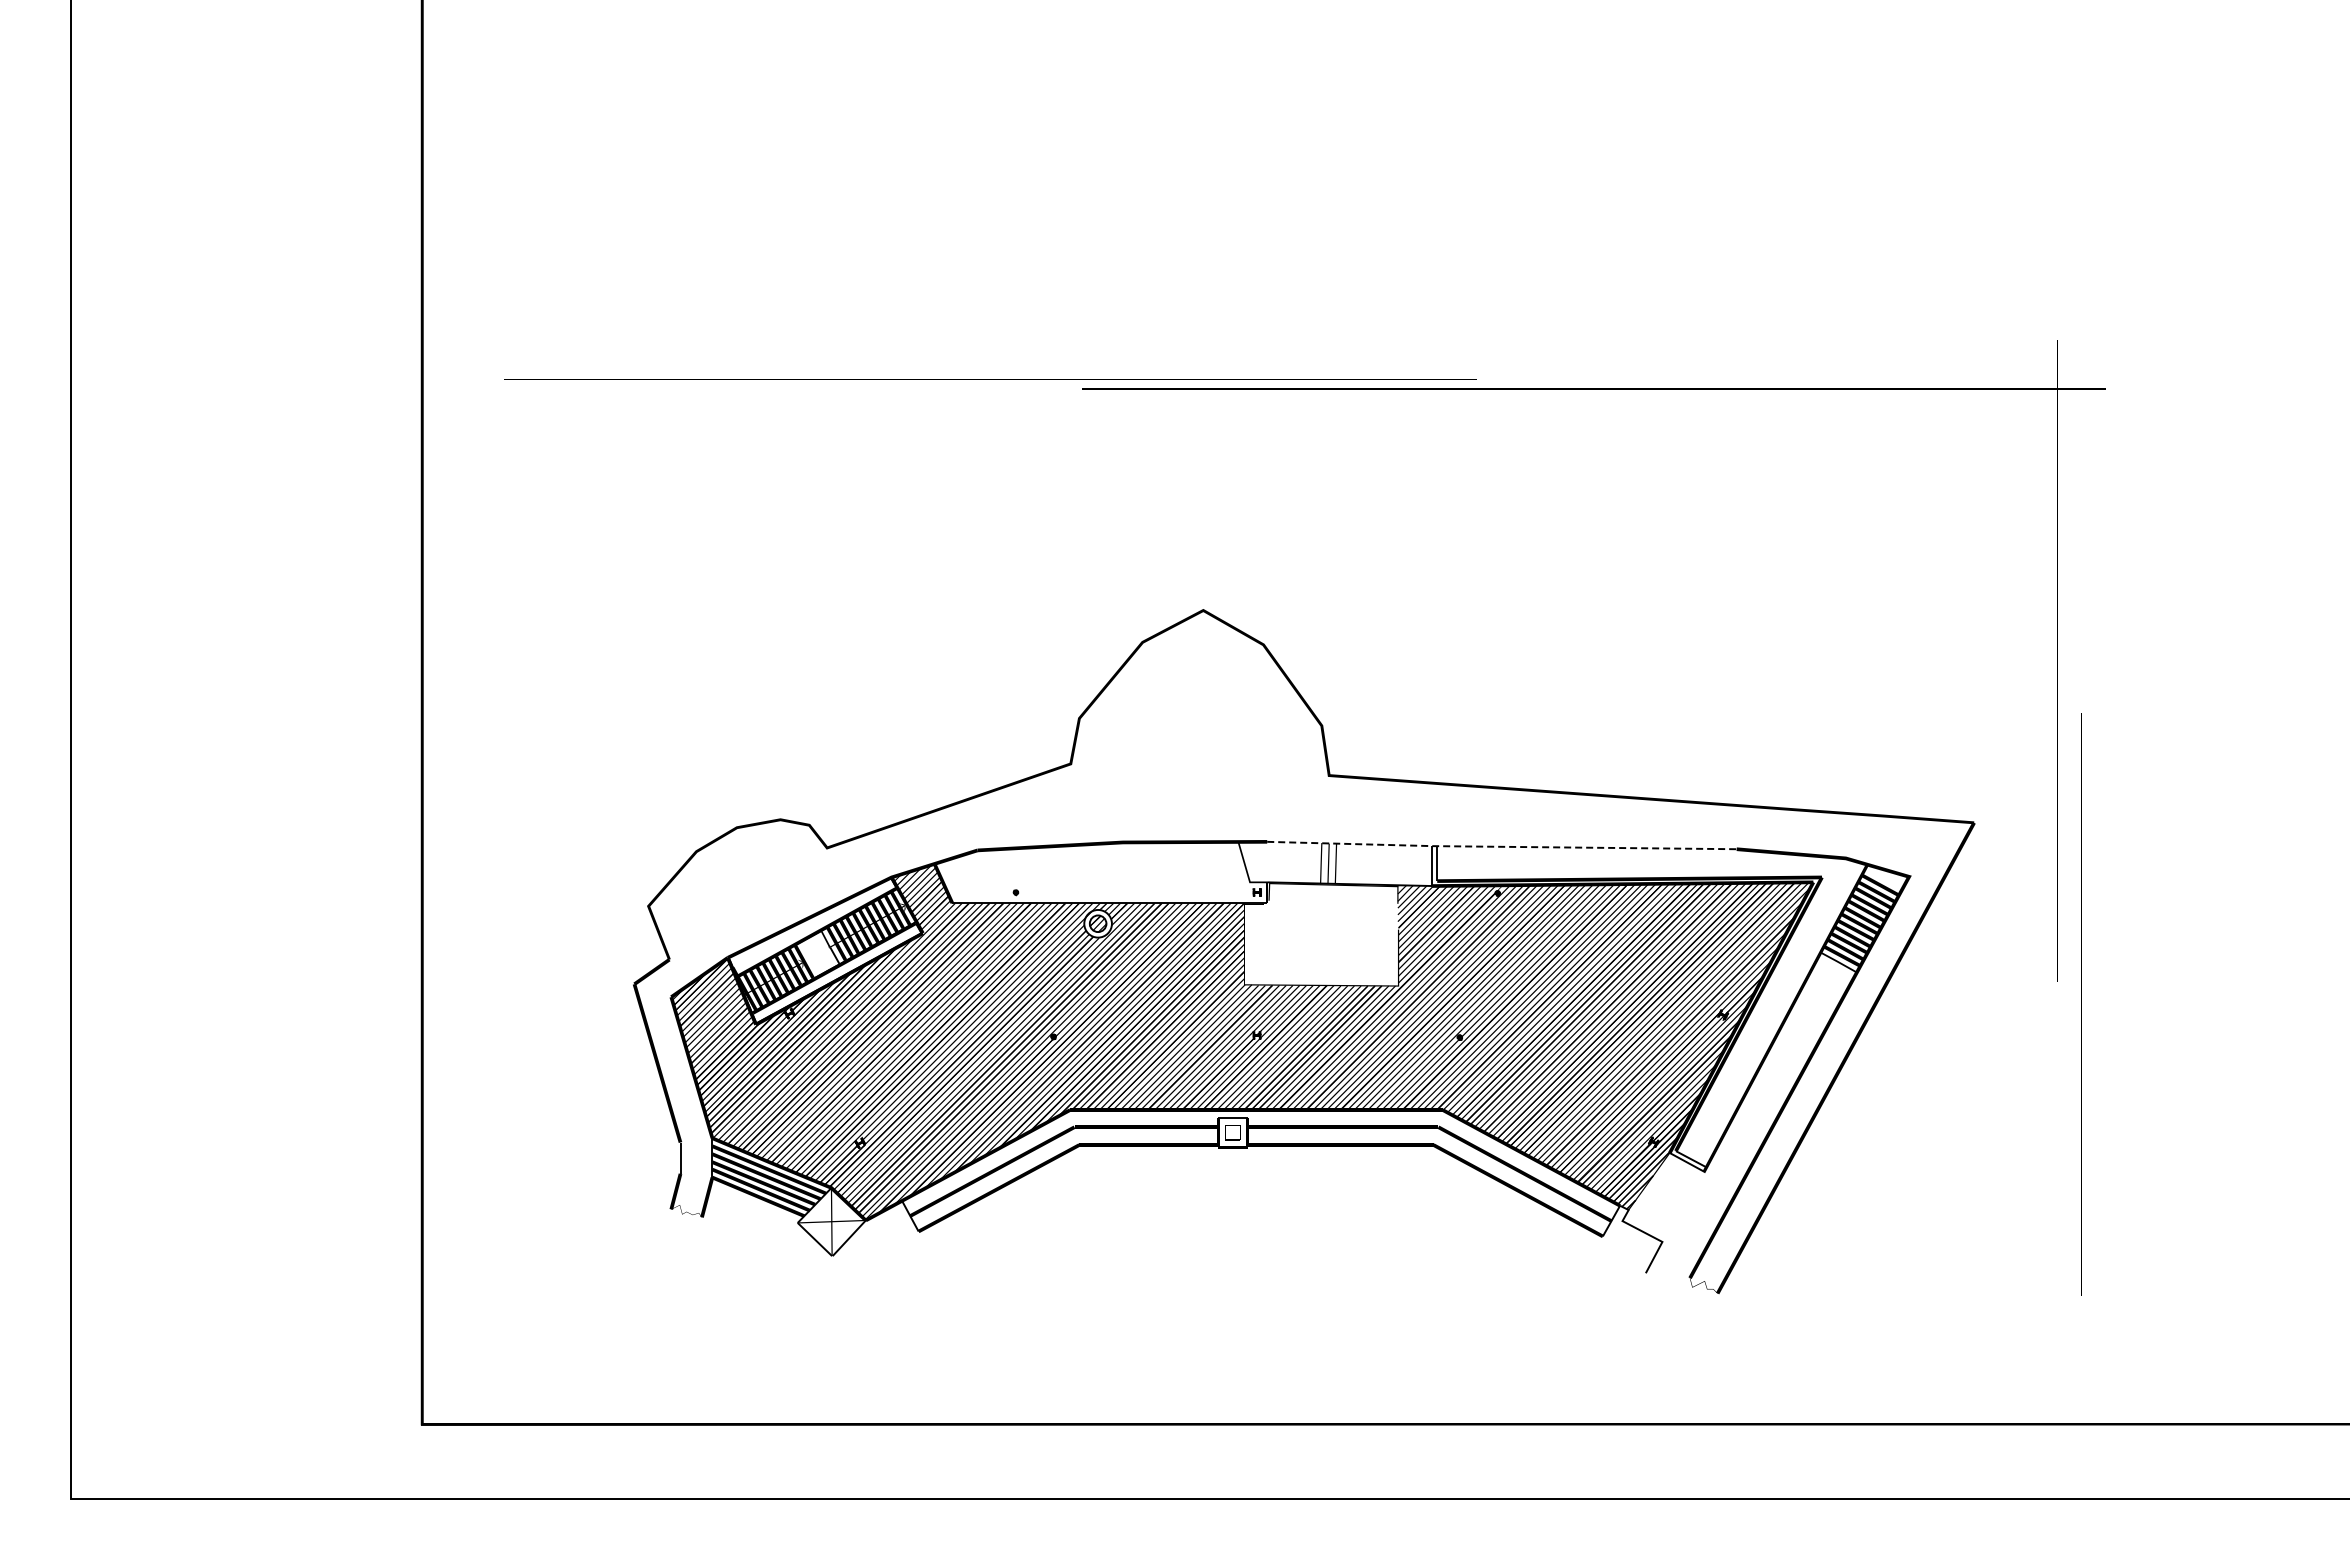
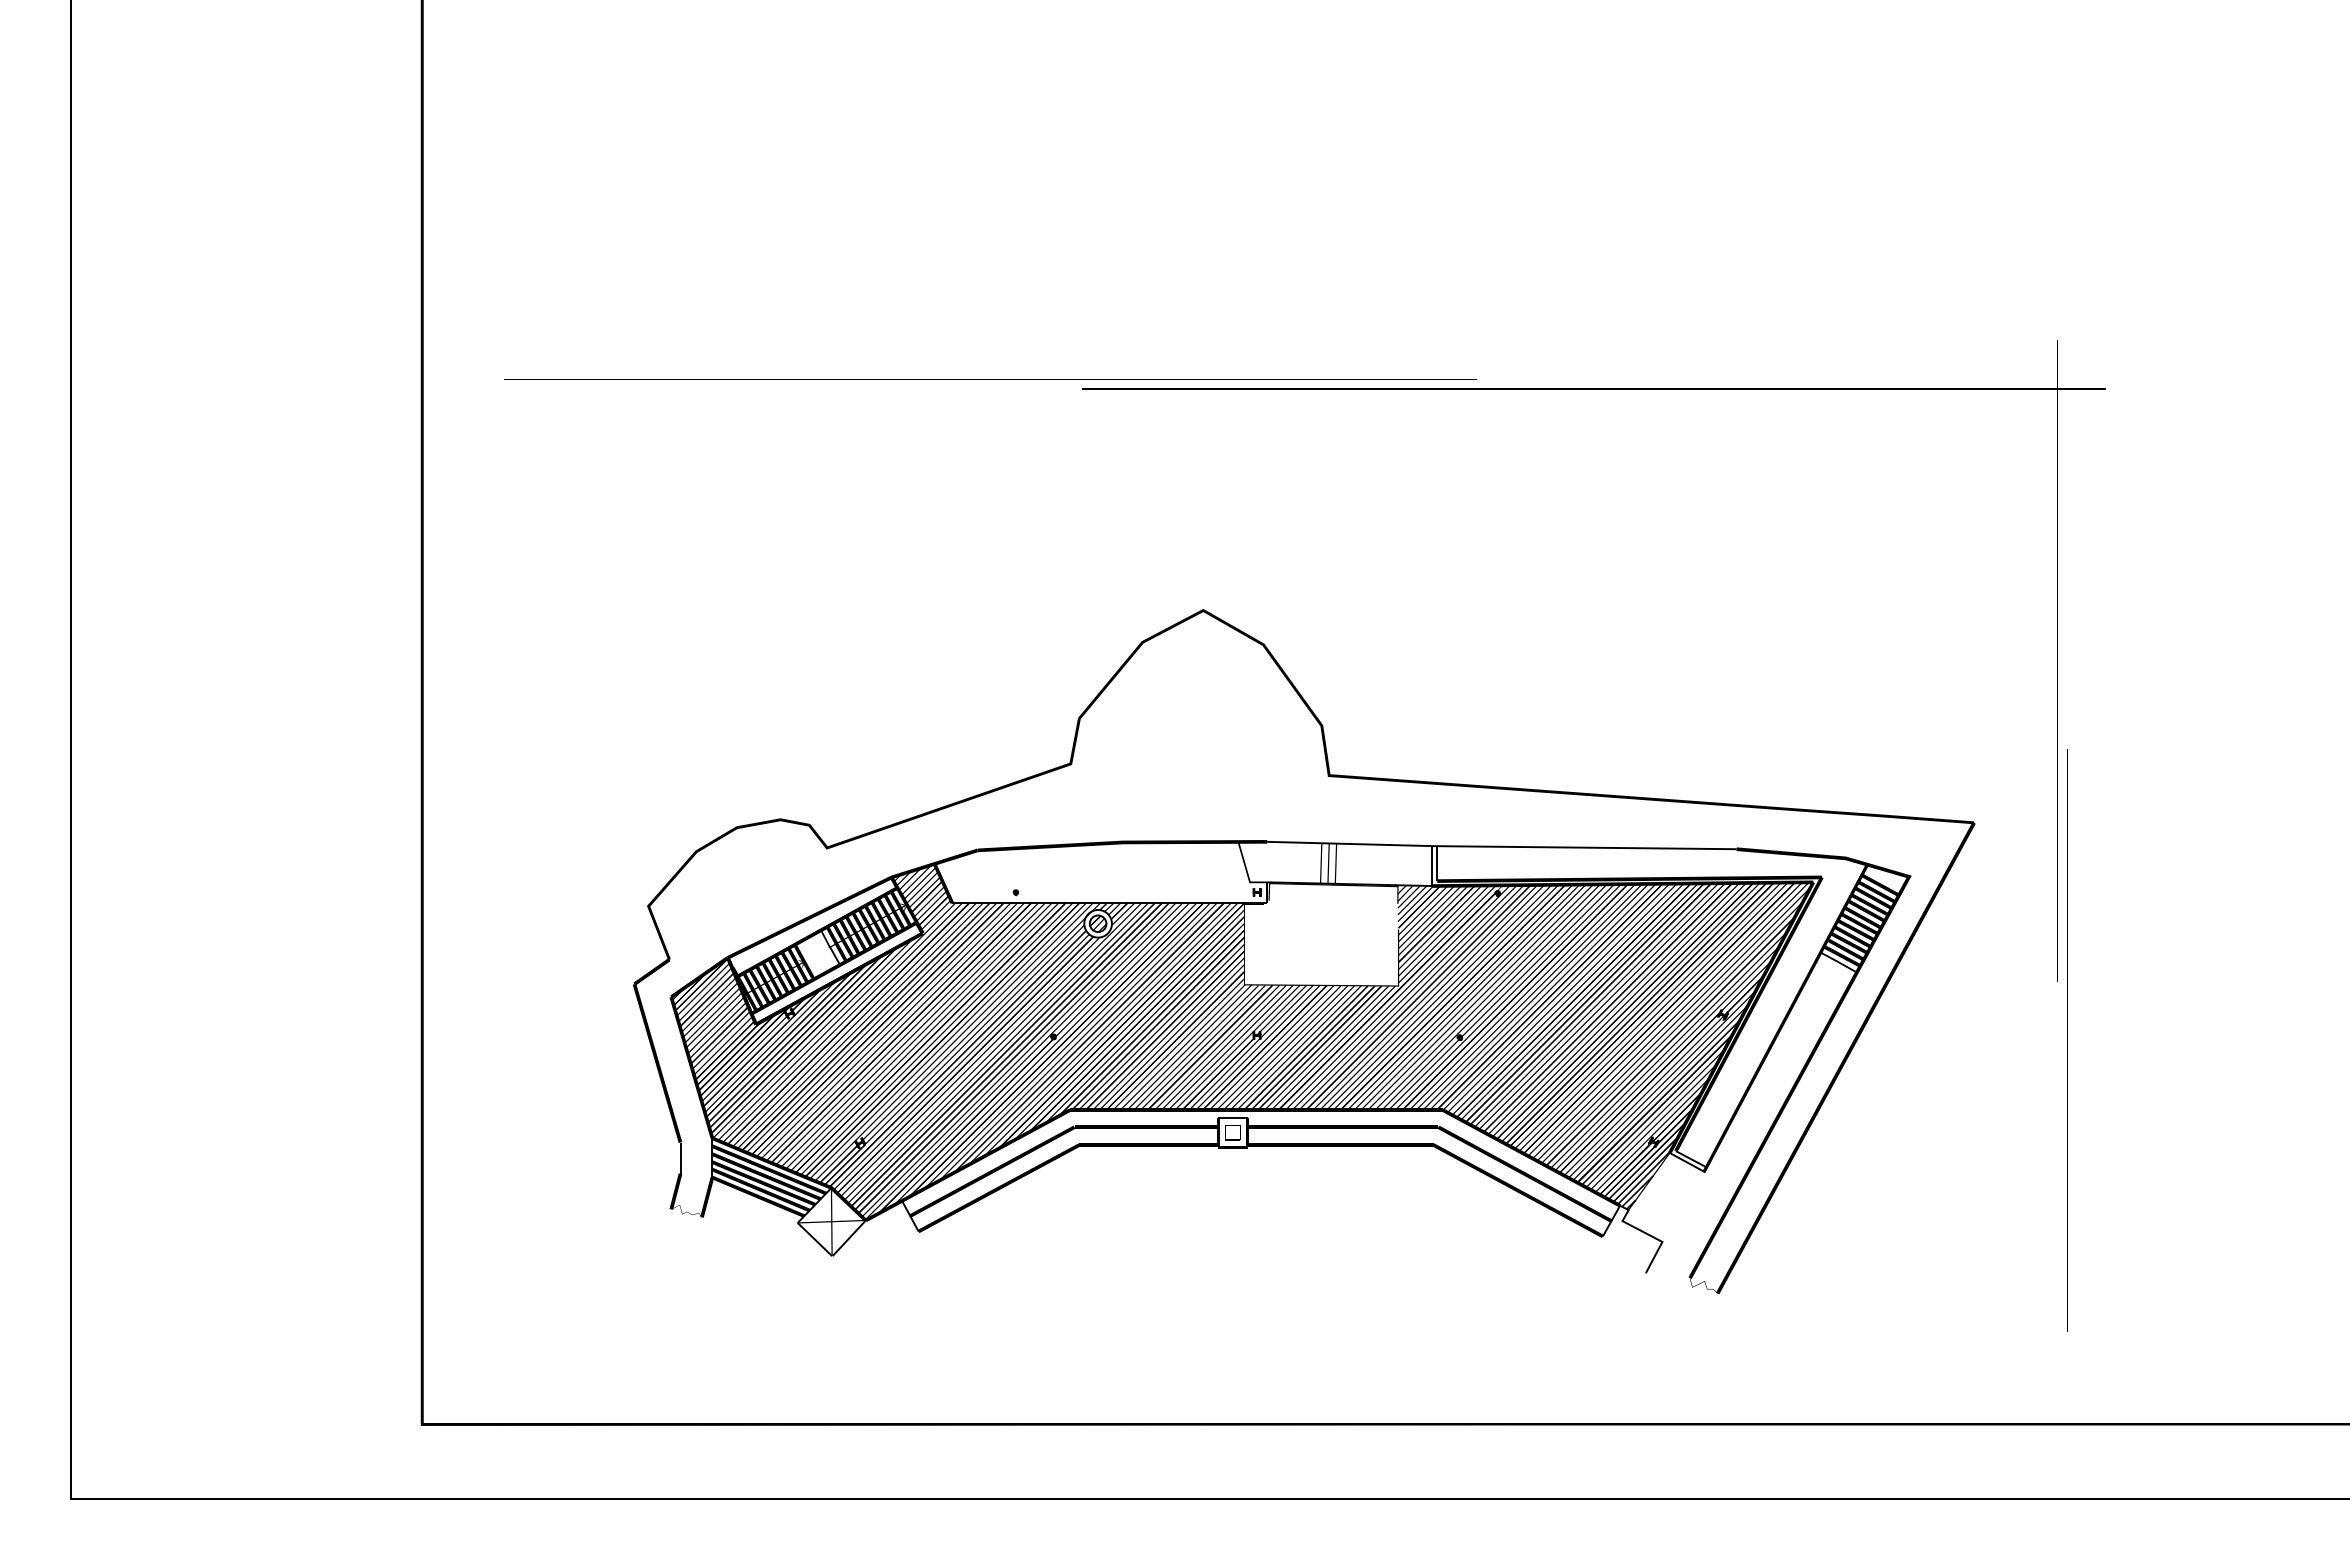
line at (1501, 846): dashed -> solid
line at (2081, 1004) position: (2081, 1004) -> (2067, 1040)
